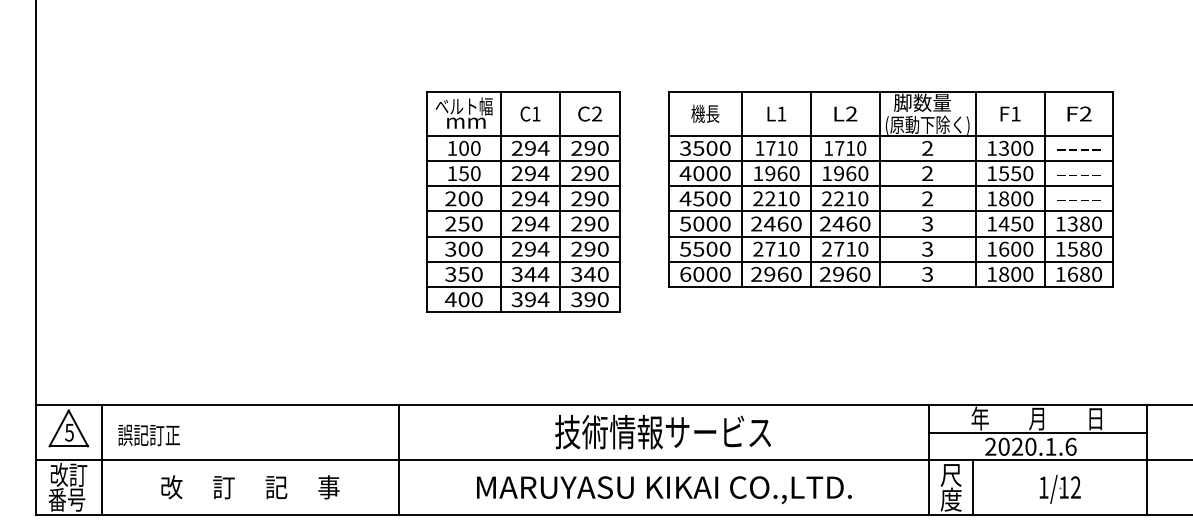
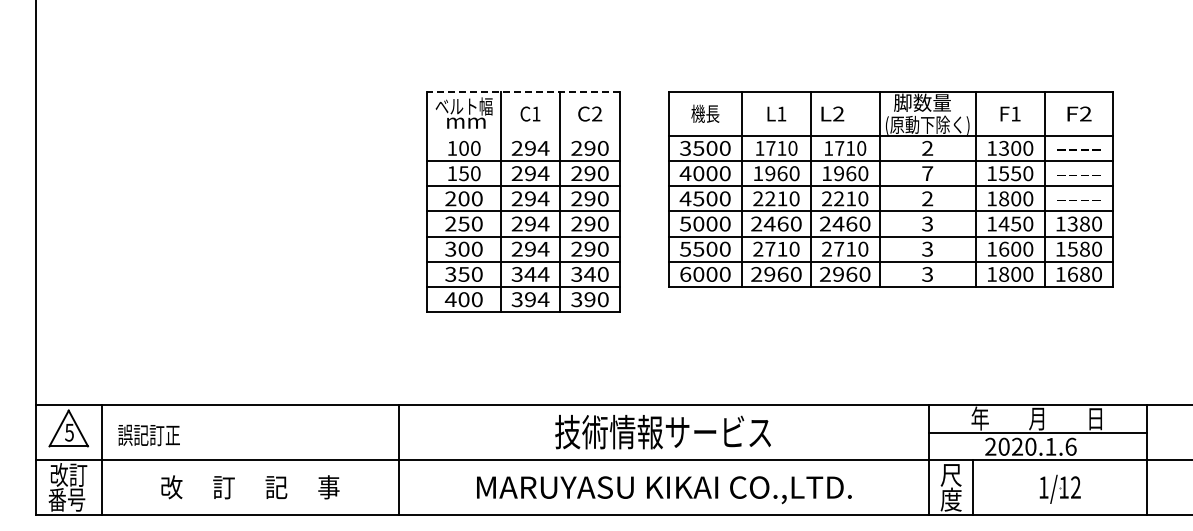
line at (523, 92): solid -> dashed
text at (845, 113) position: (845, 113) -> (832, 113)
line at (523, 135): present -> none
text at (927, 173): 2 -> 7
